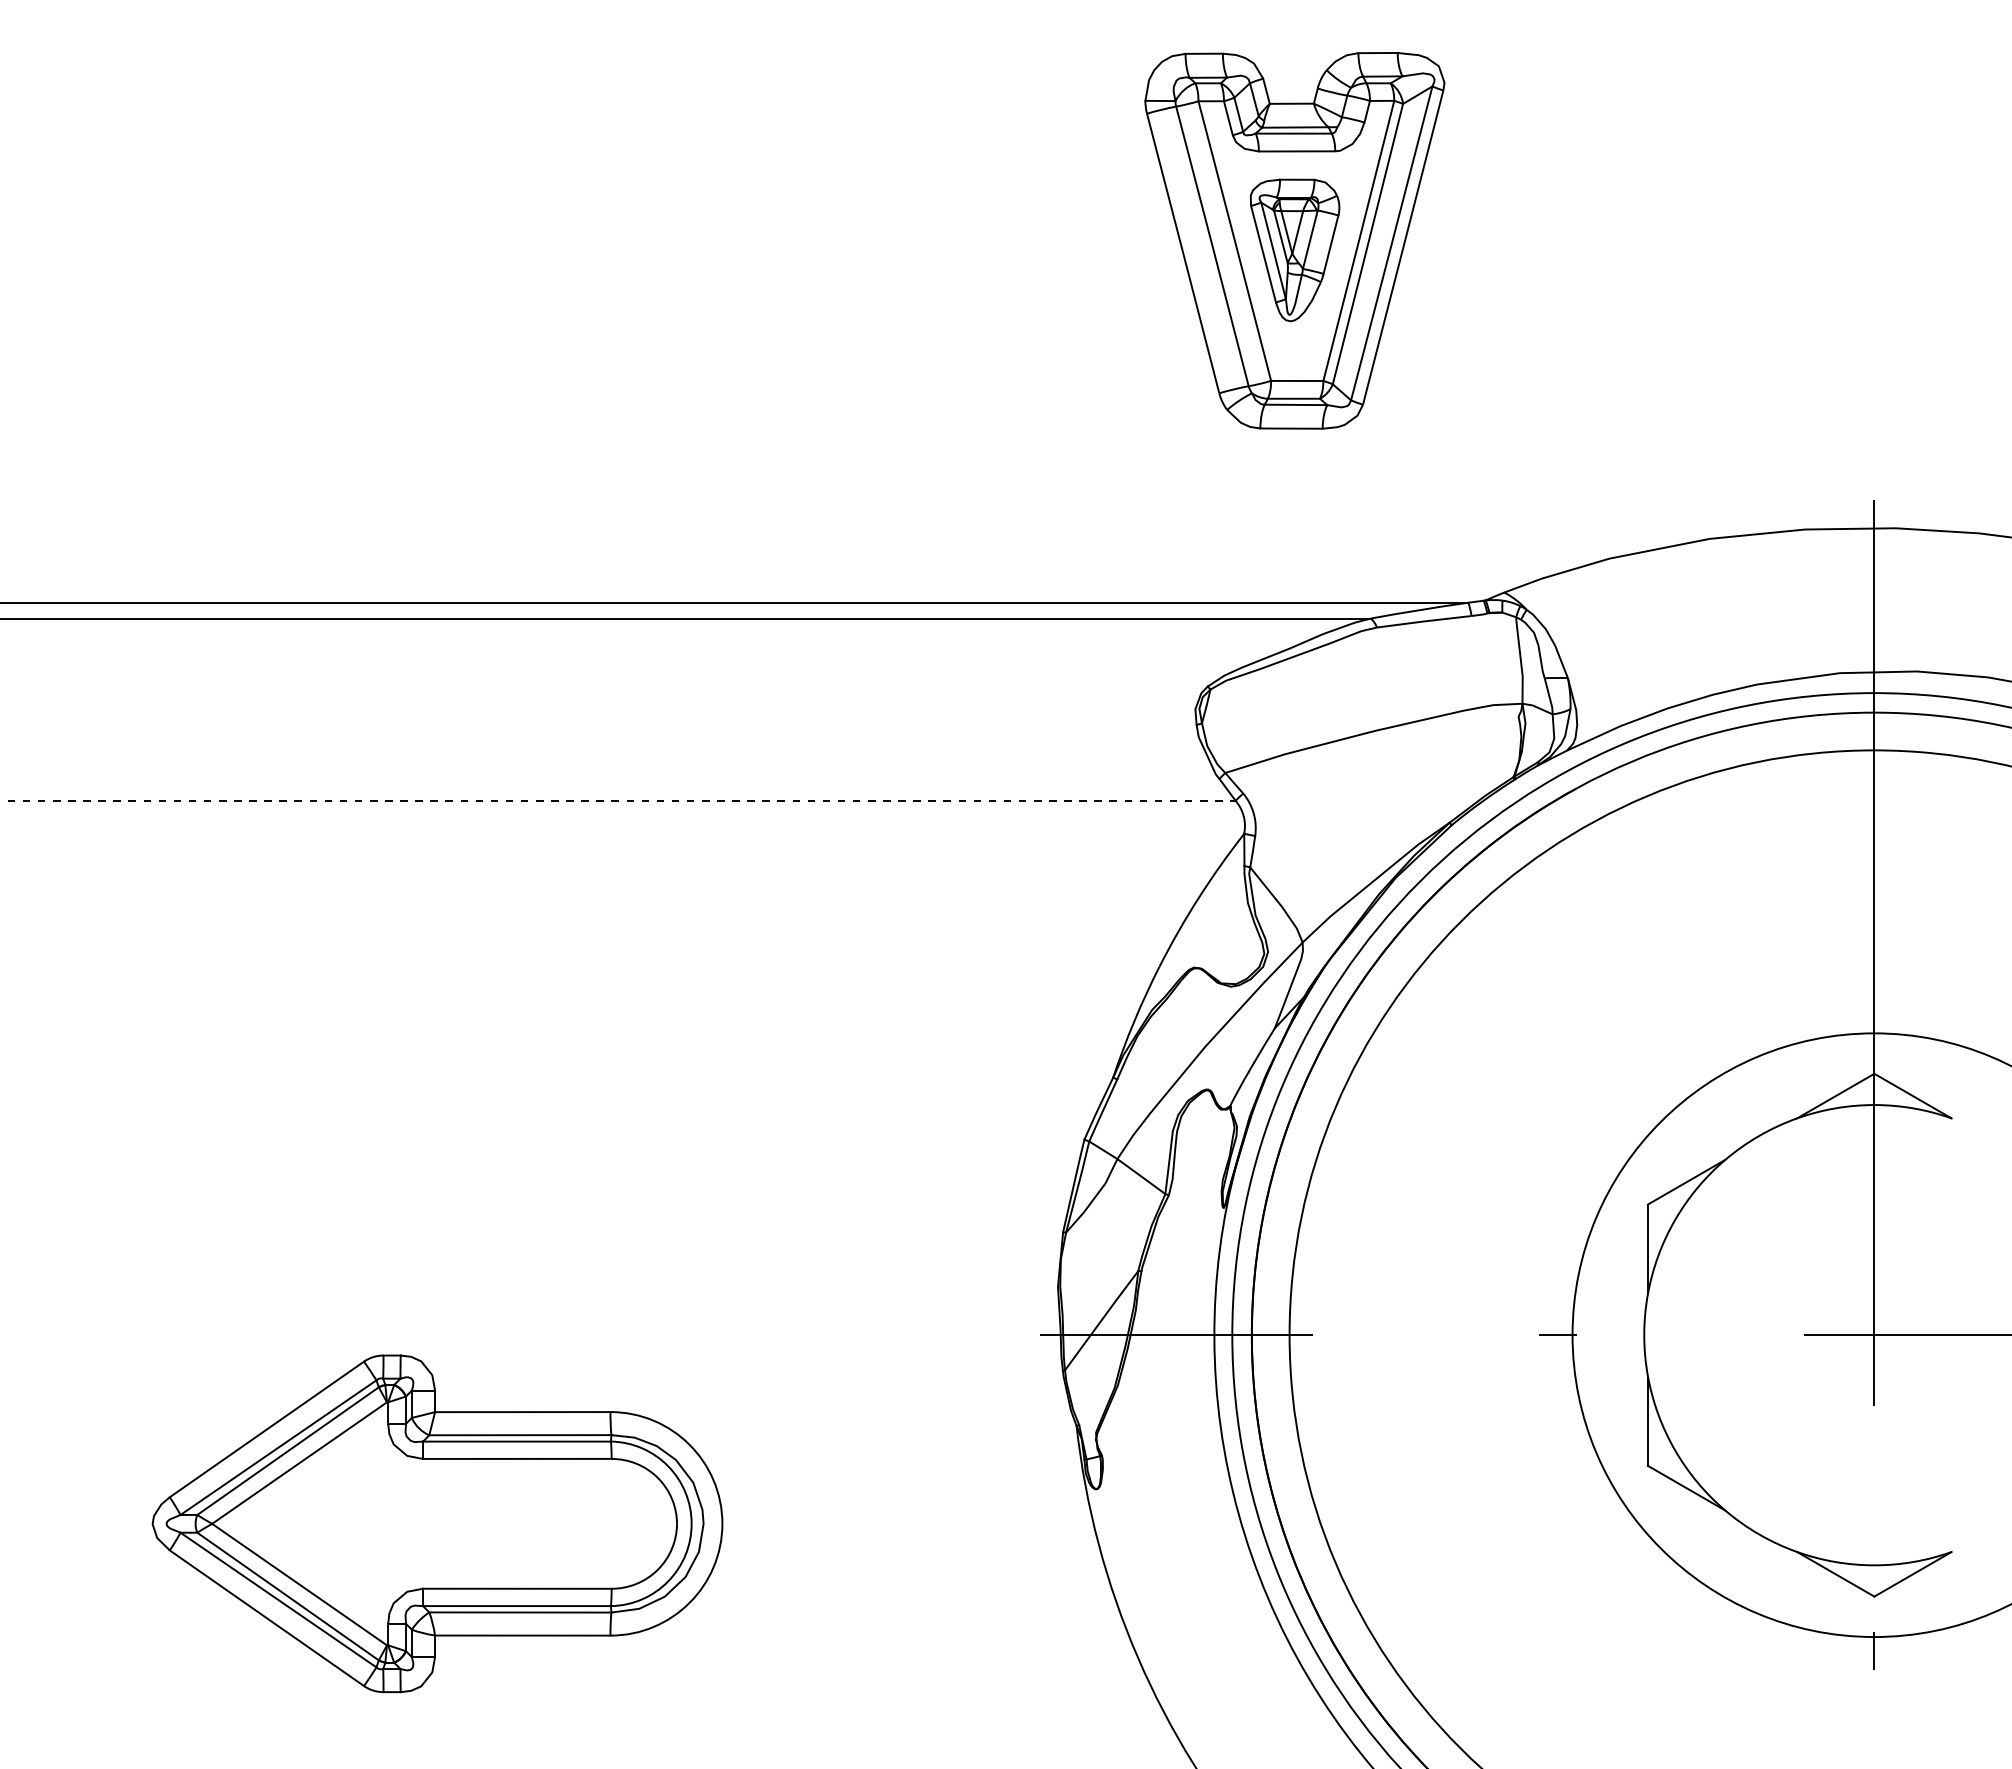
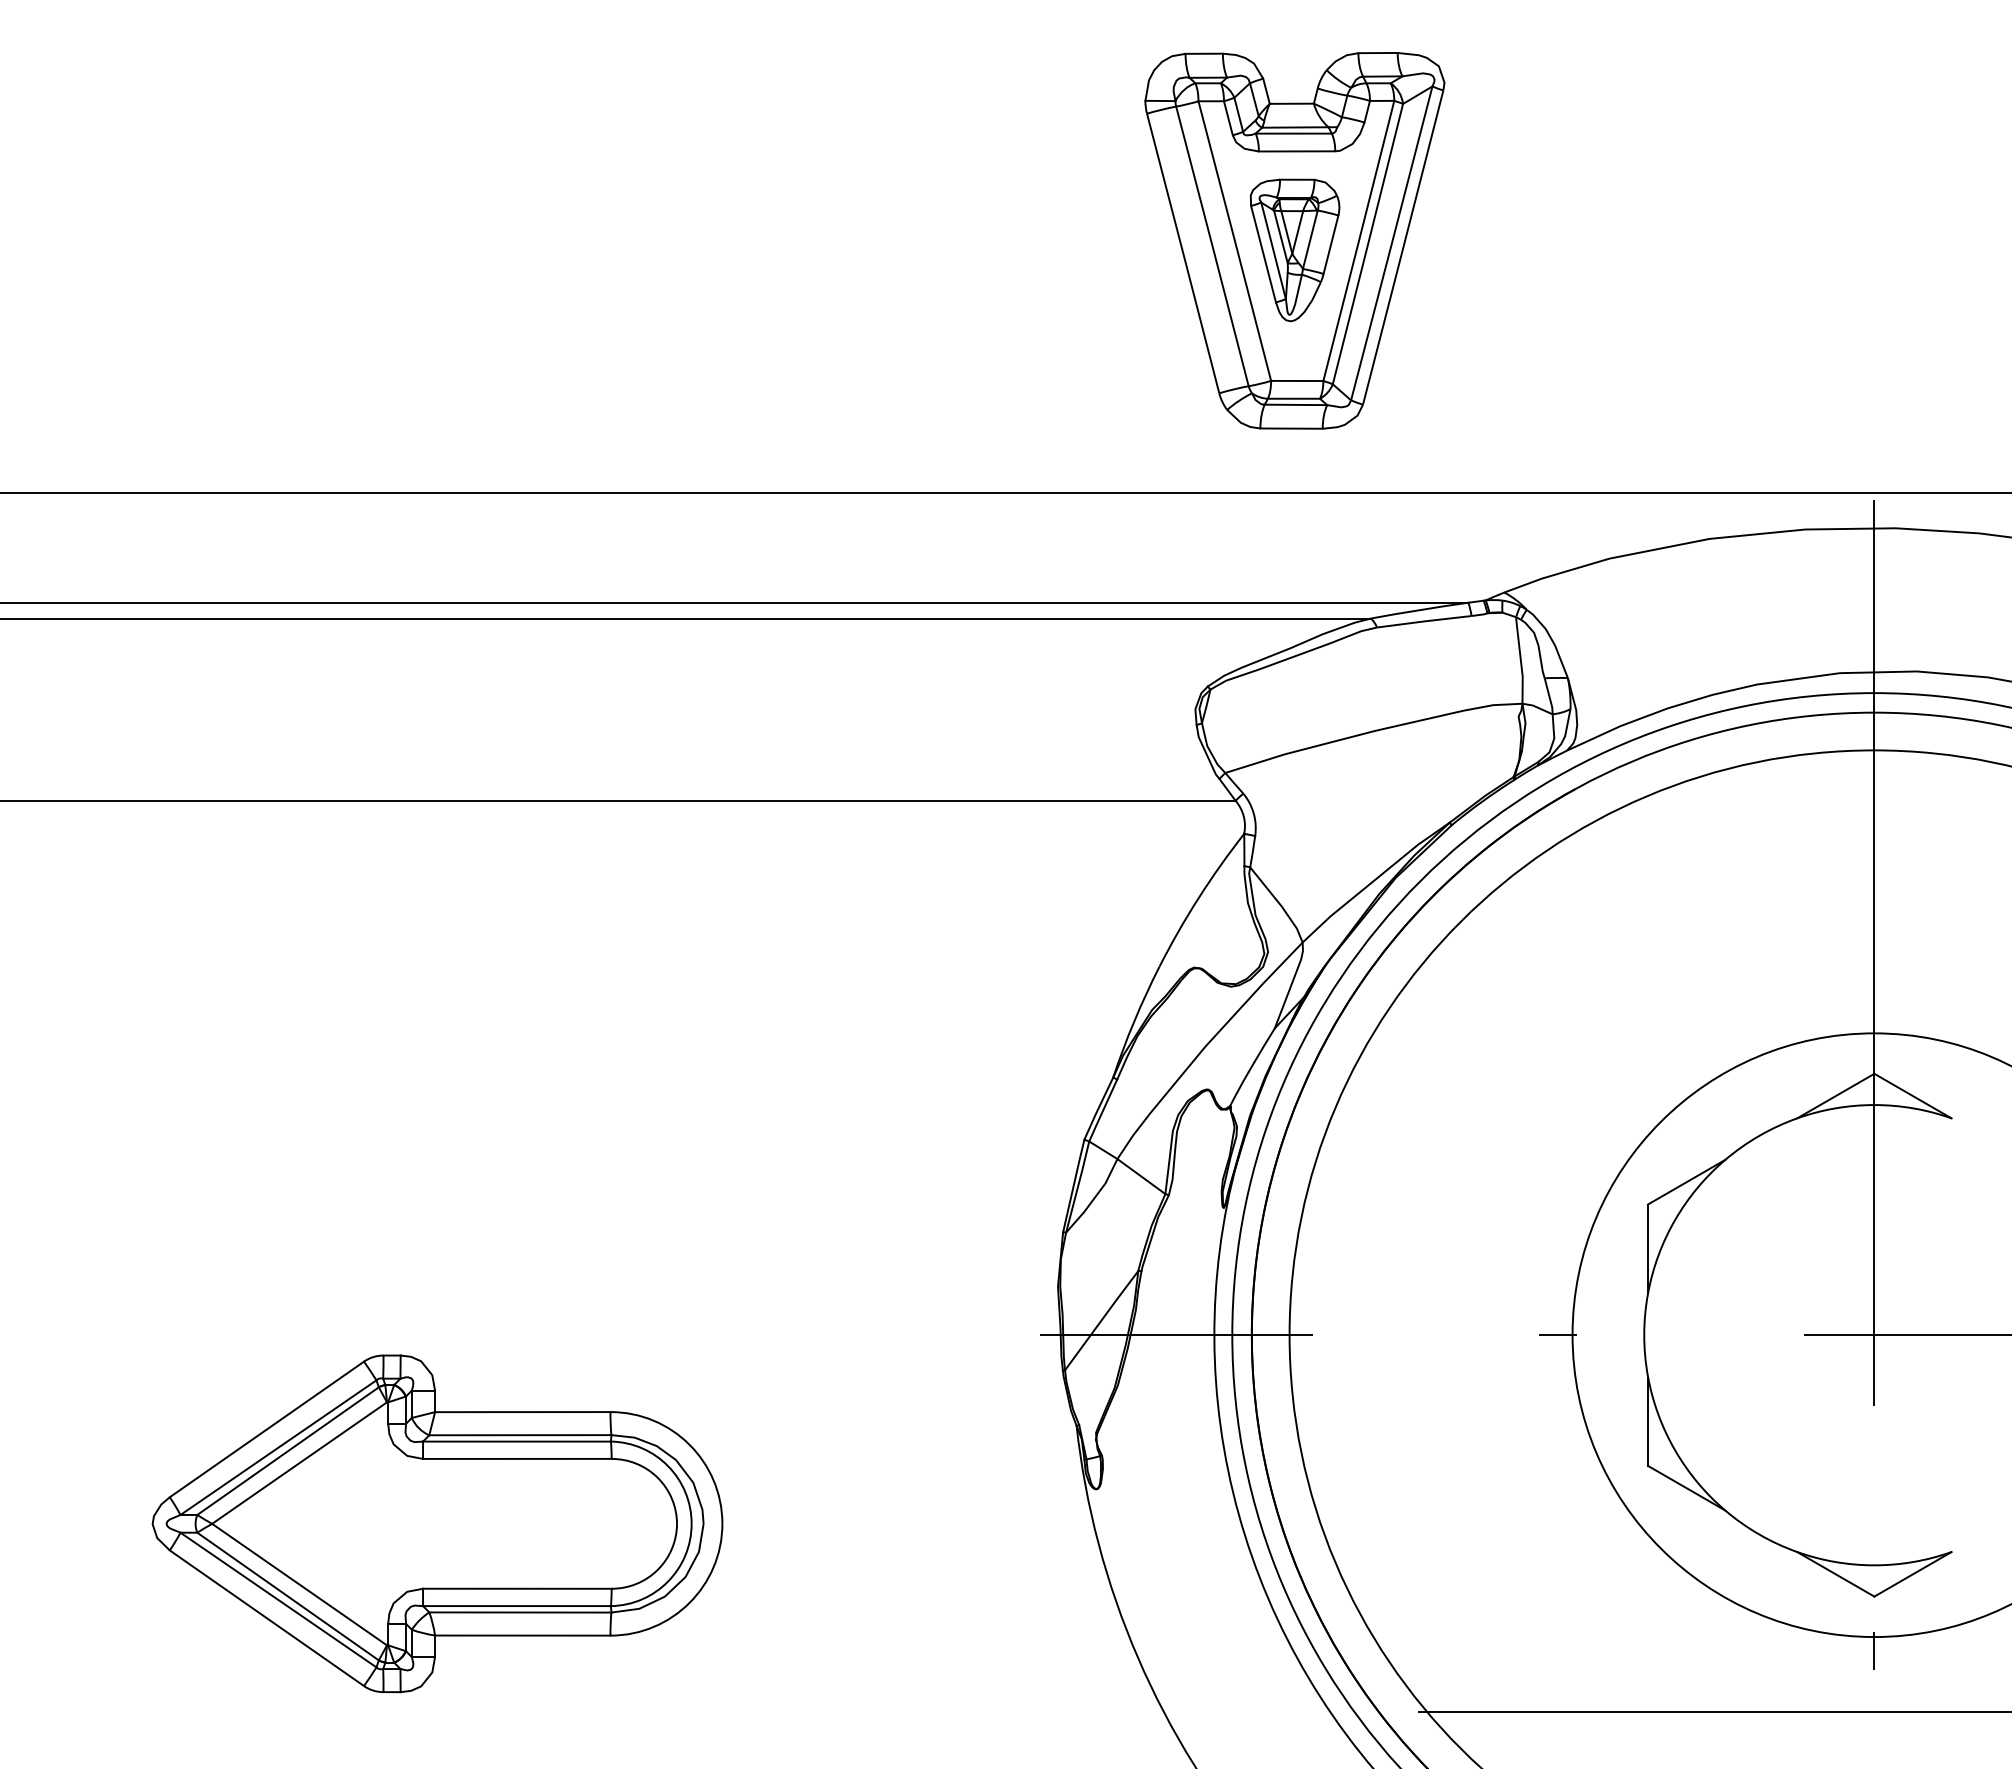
line at (1005, 493): none -> present
line at (618, 800): dashed -> solid
line at (1713, 1712): none -> present
